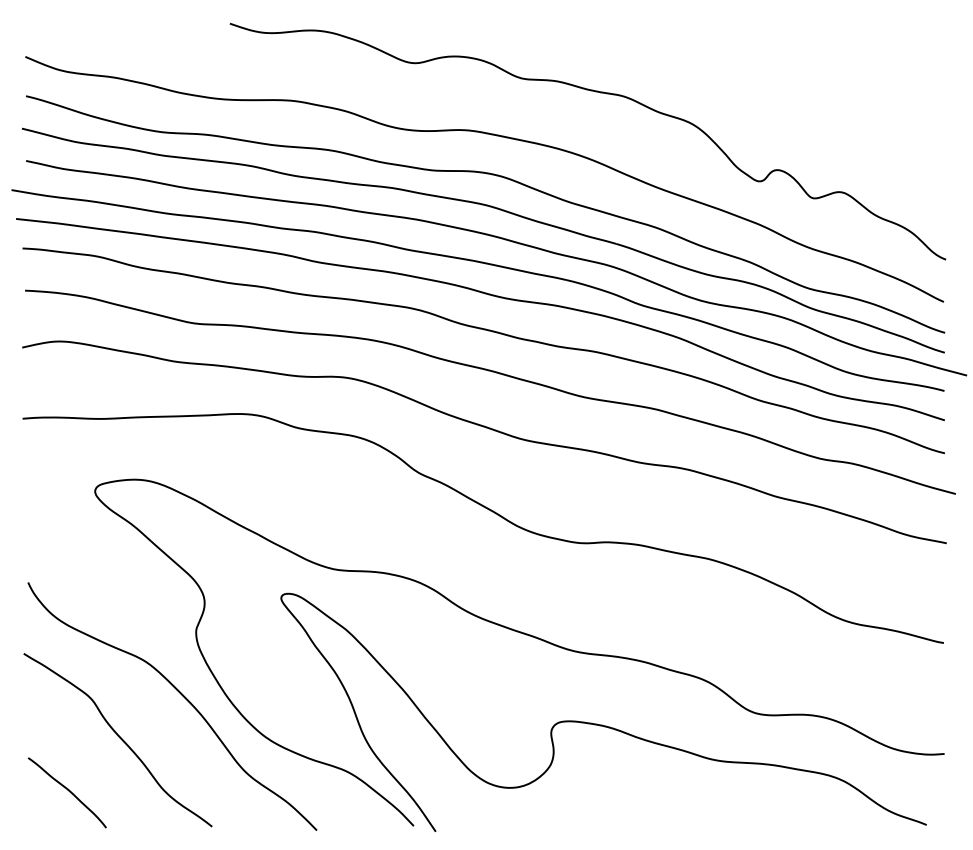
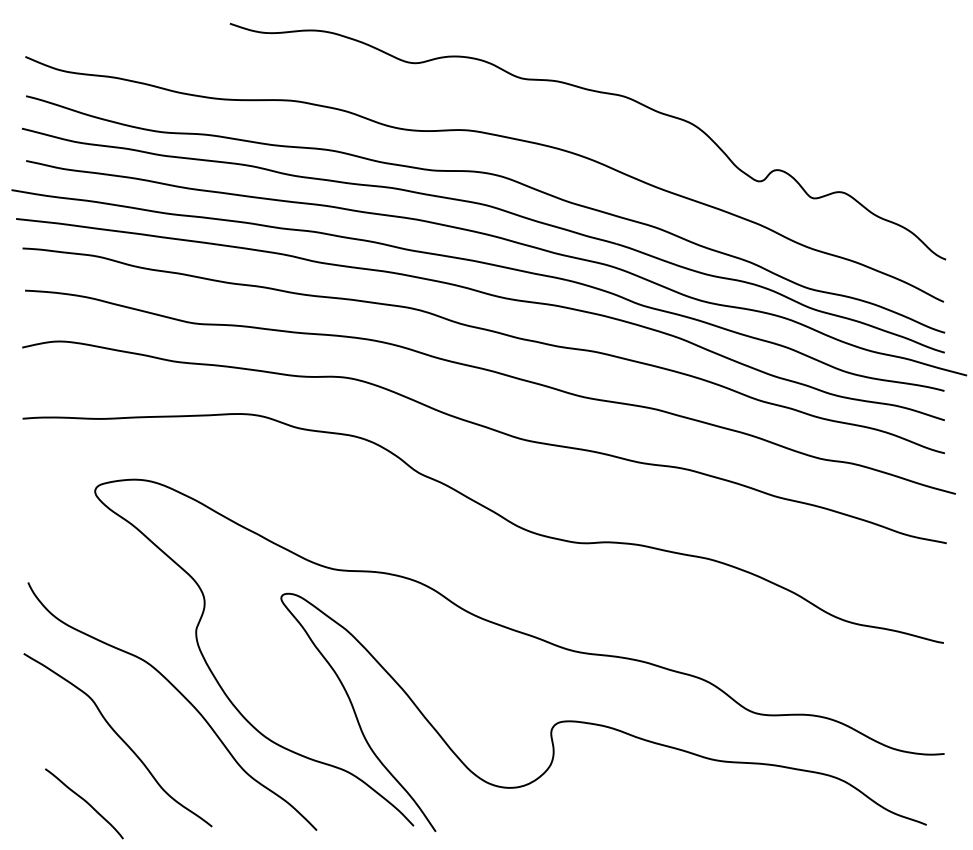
curve at (68, 791) position: (68, 791) -> (85, 802)
